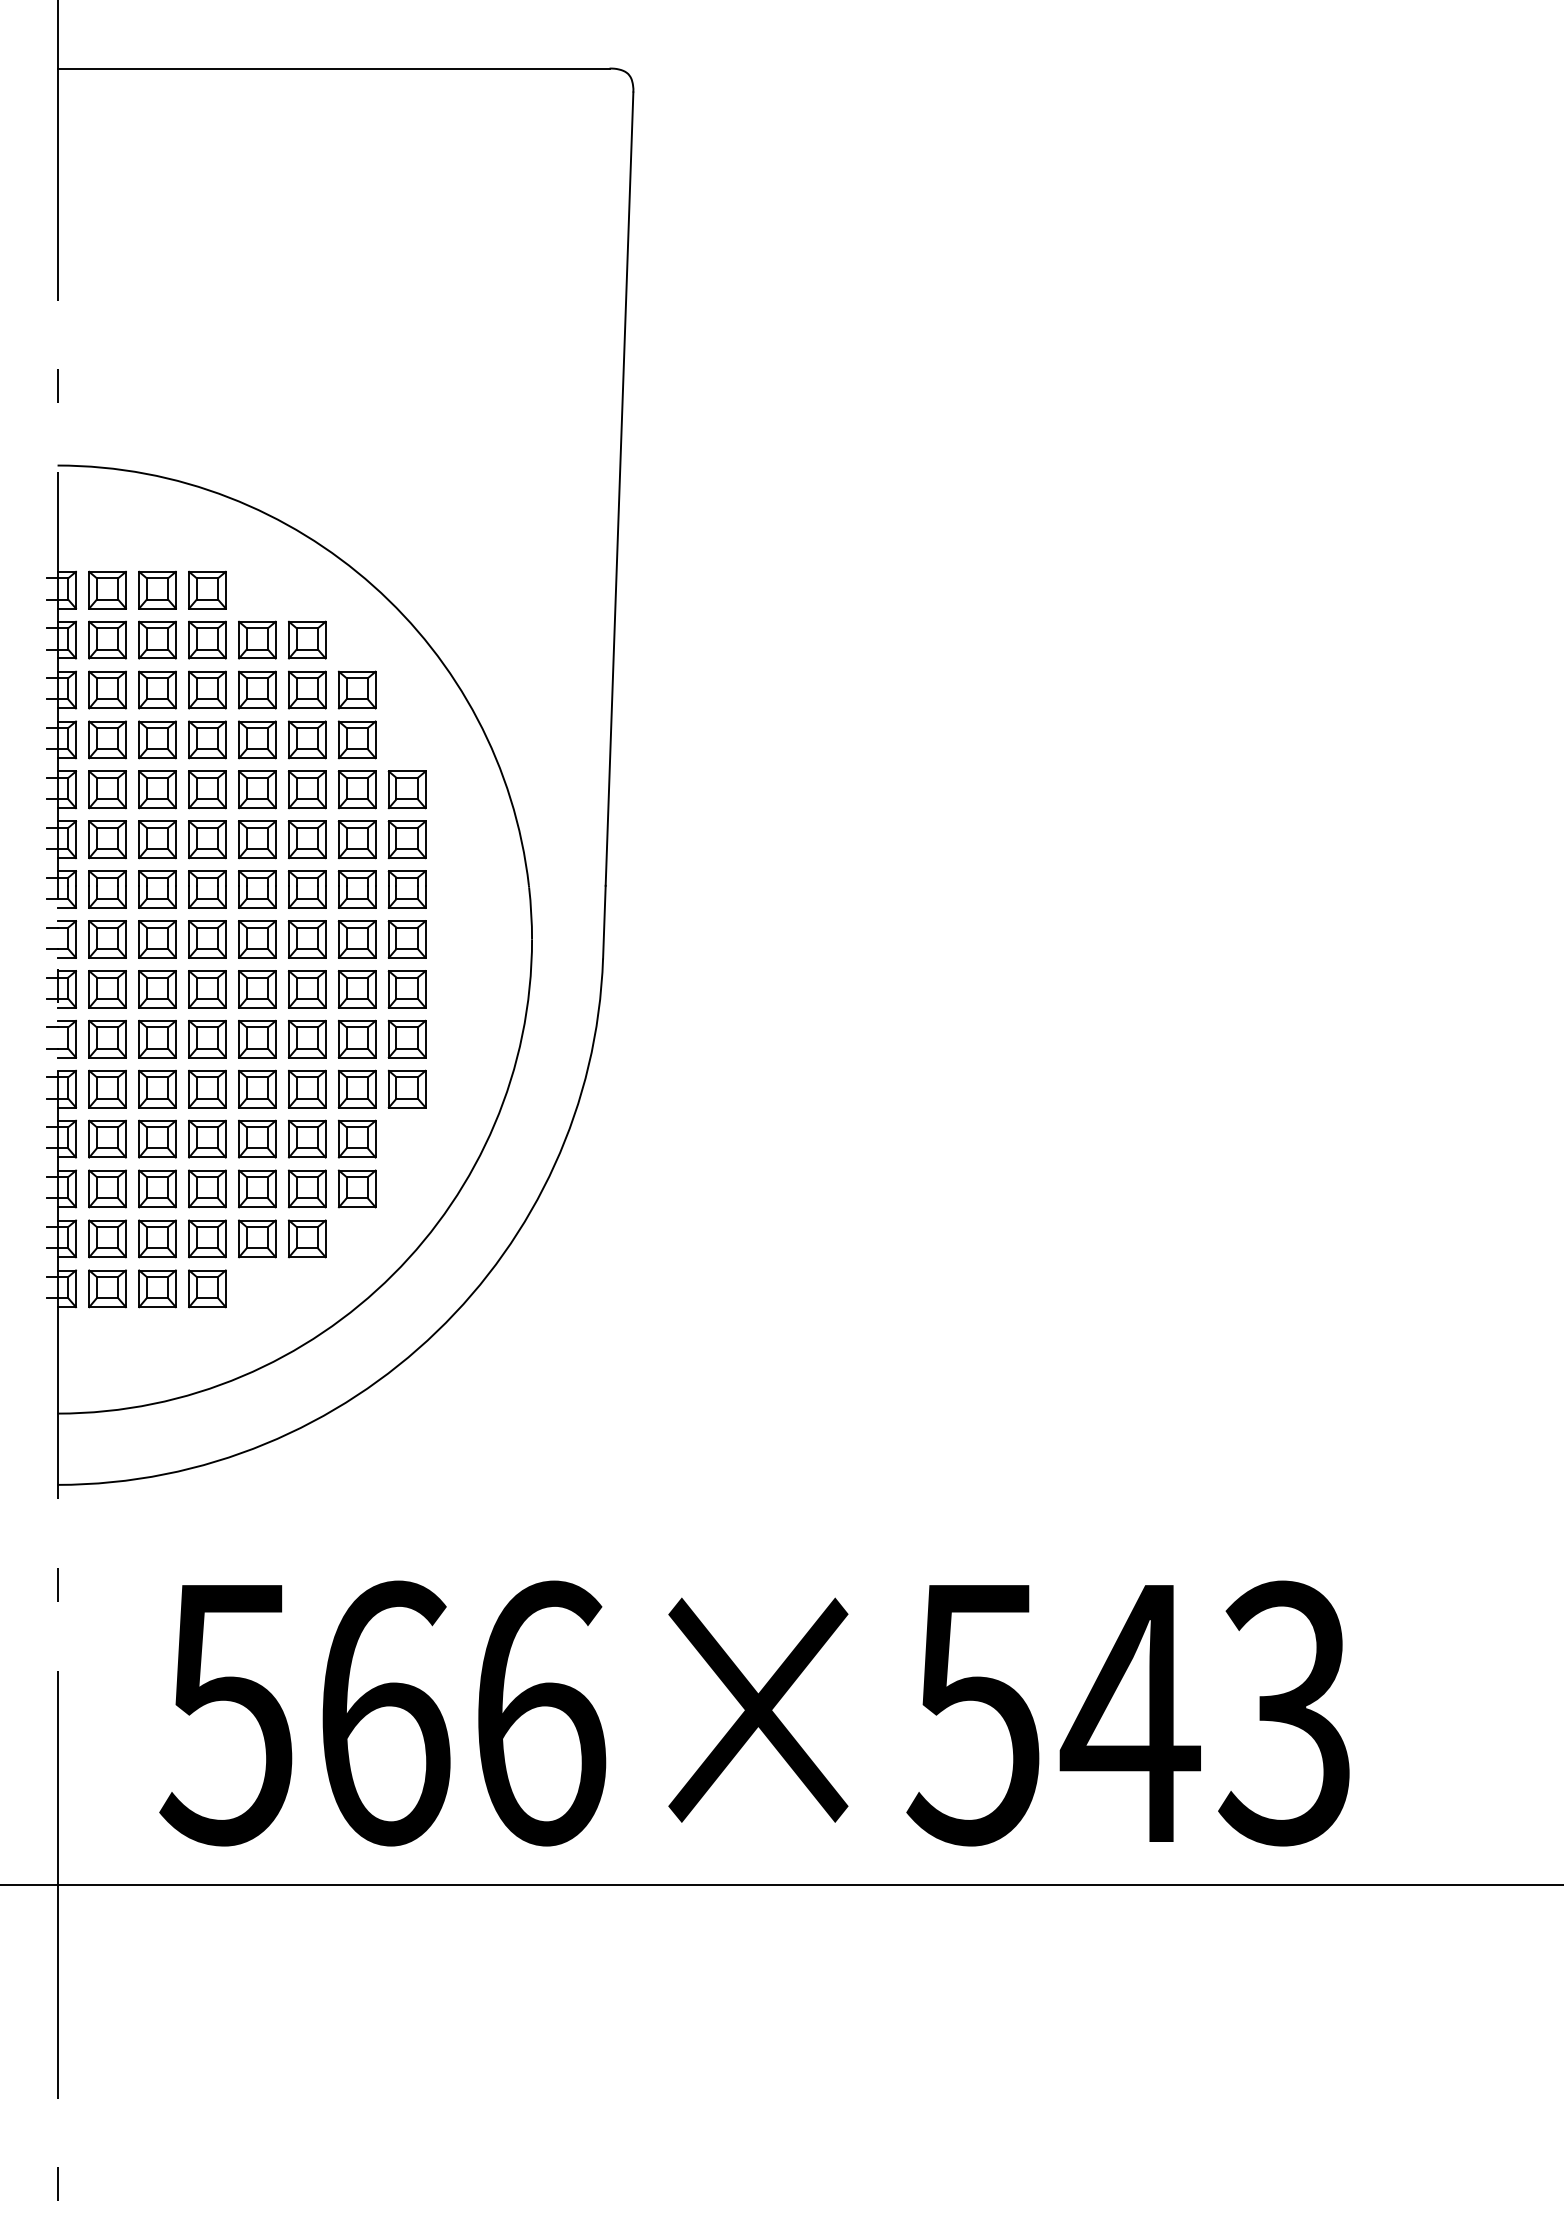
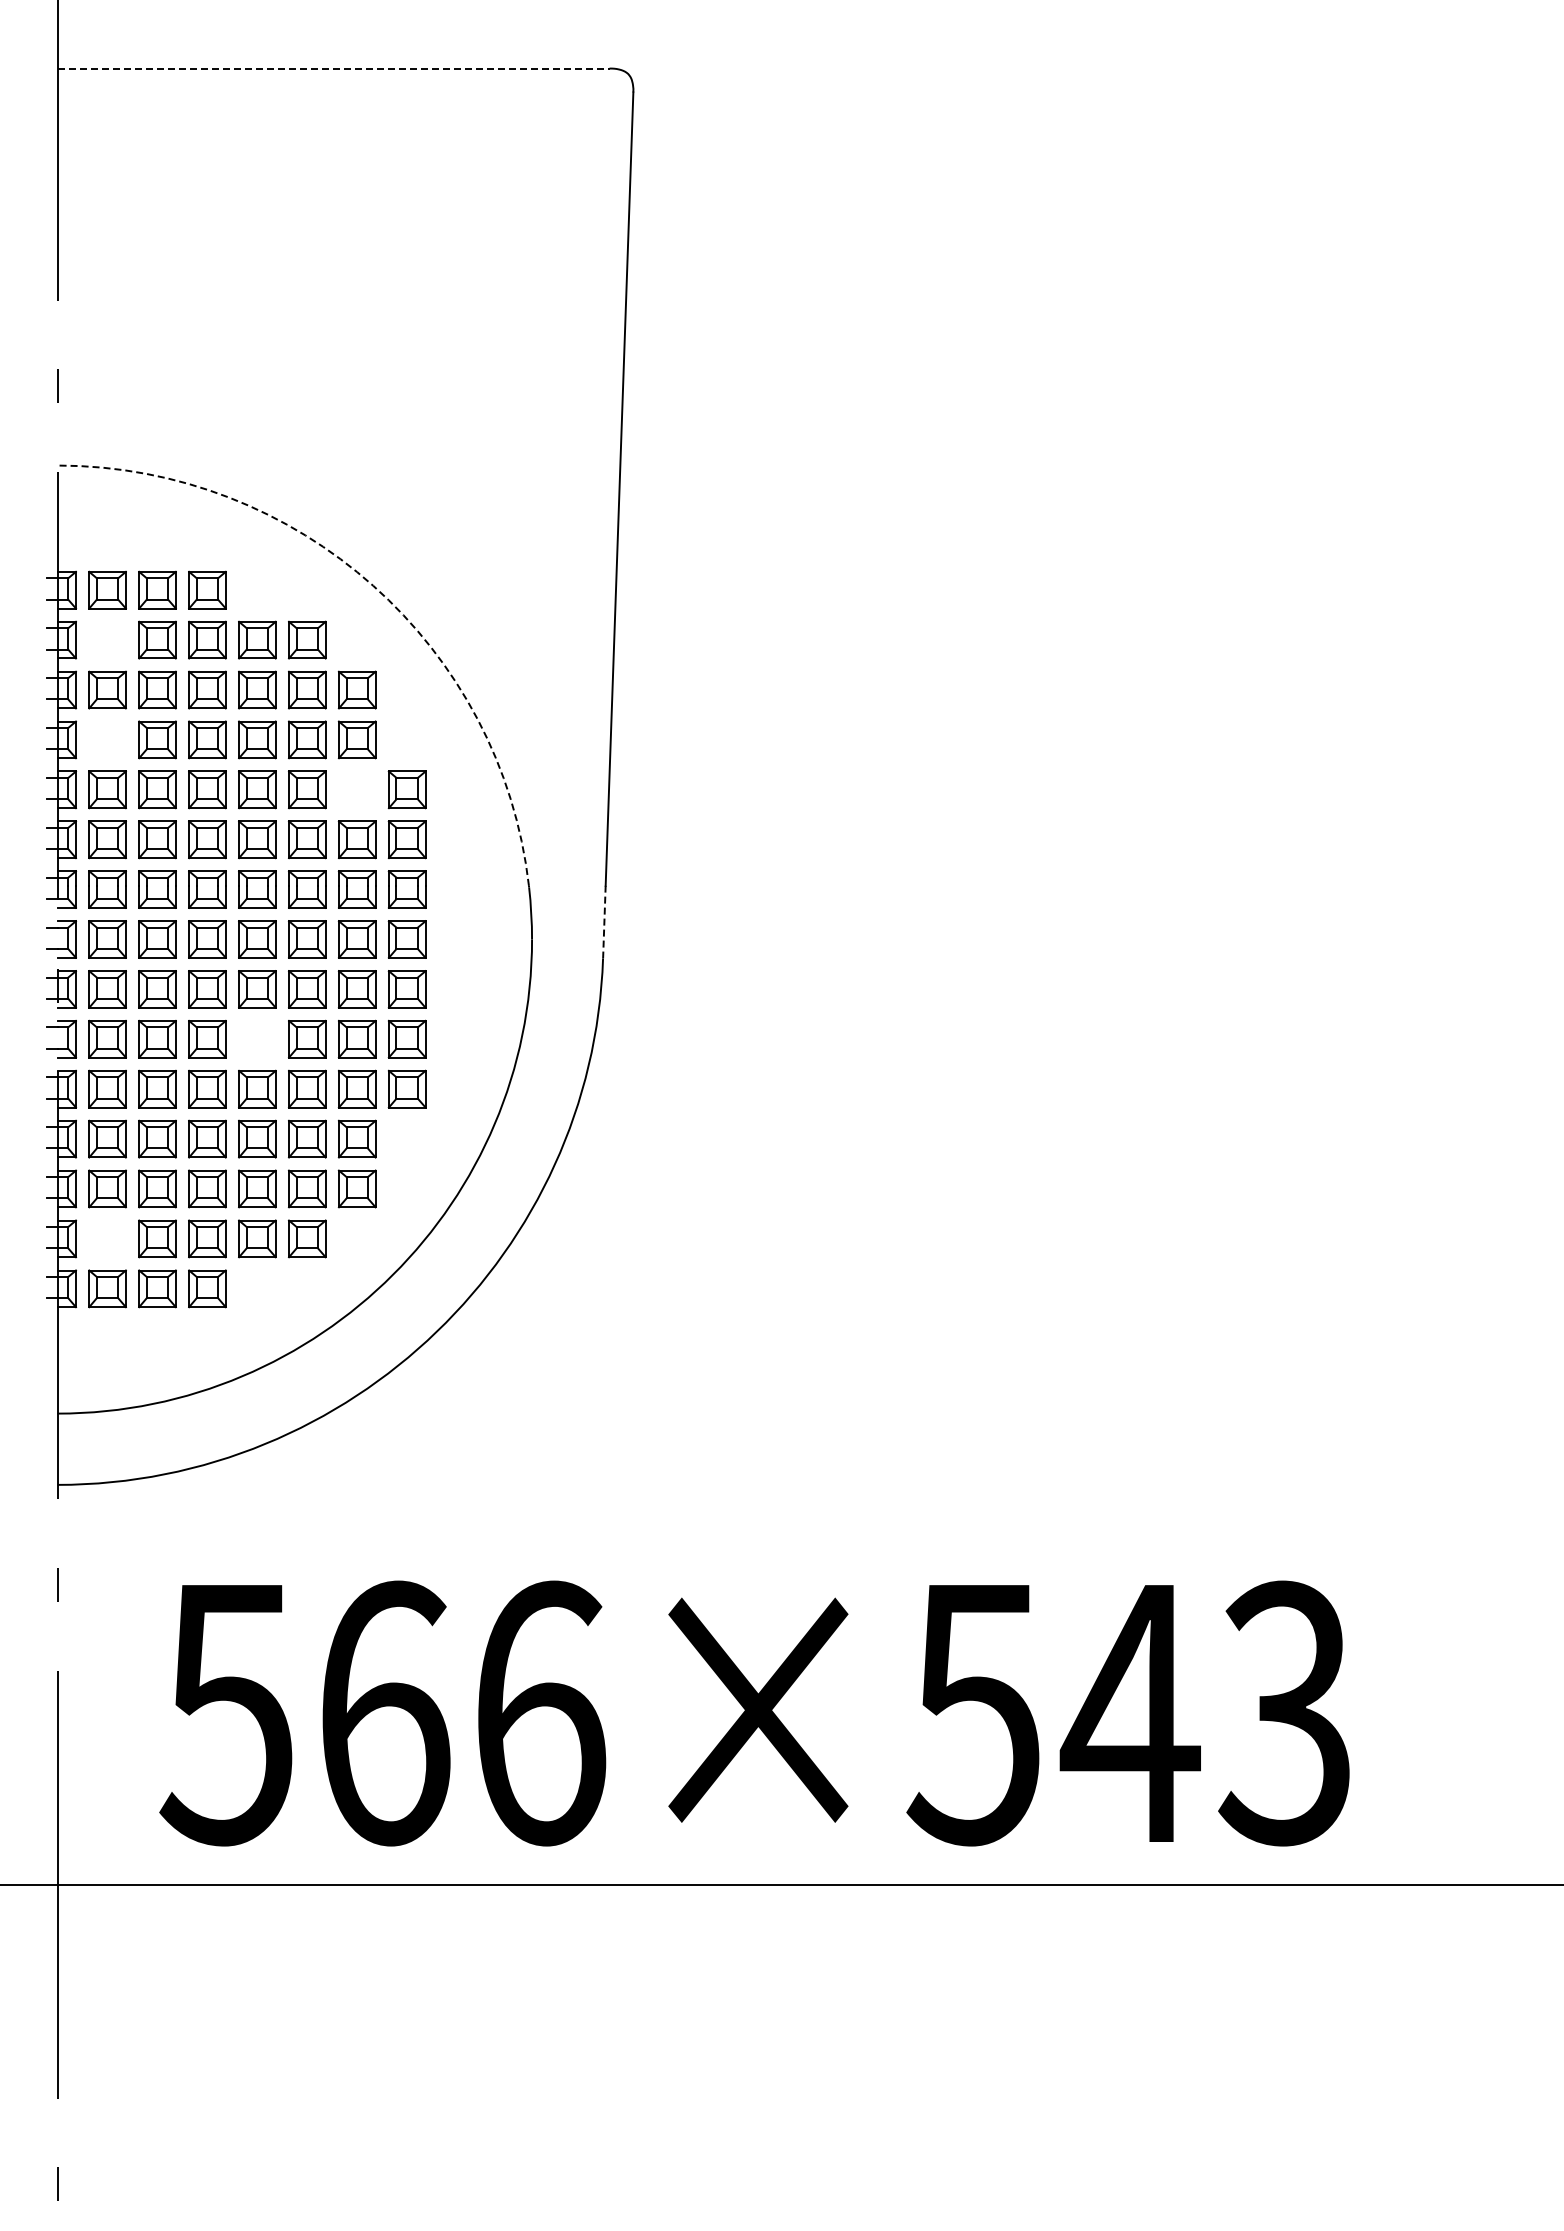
line at (333, 68): solid -> dashed
arc at (373, 585): solid -> dashed
part at (107, 639): present -> none
part at (107, 739): present -> none
part at (356, 789): present -> none
line at (604, 921): solid -> dashed
part at (257, 1038): present -> none
part at (107, 1238): present -> none
